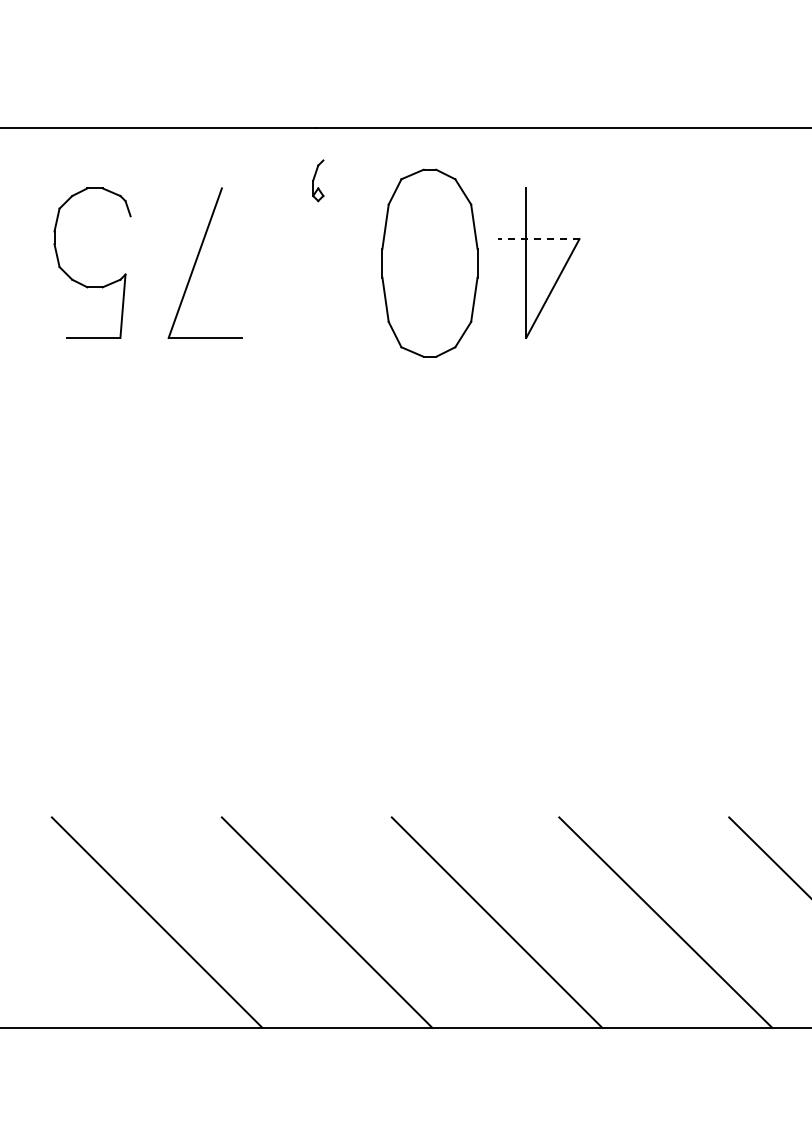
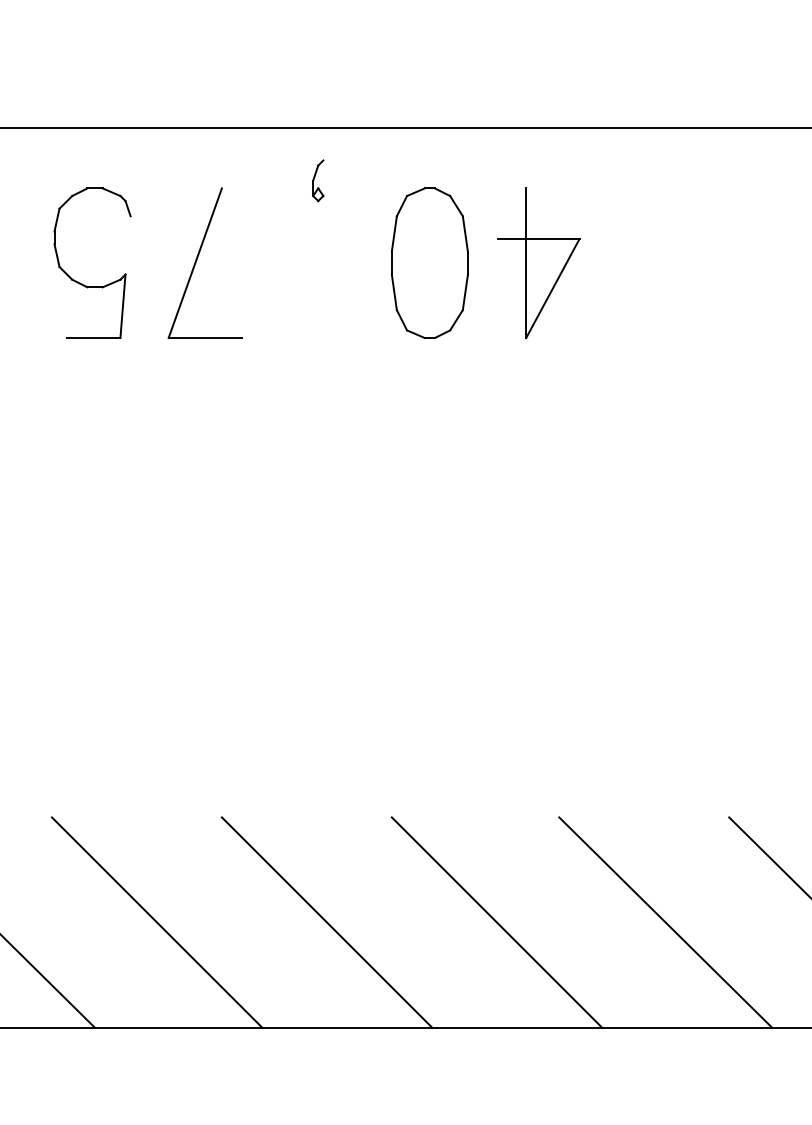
line at (538, 239): dashed -> solid
part at (429, 262) size: 98x190 px -> 79x152 px
line at (48, 981): none -> present
